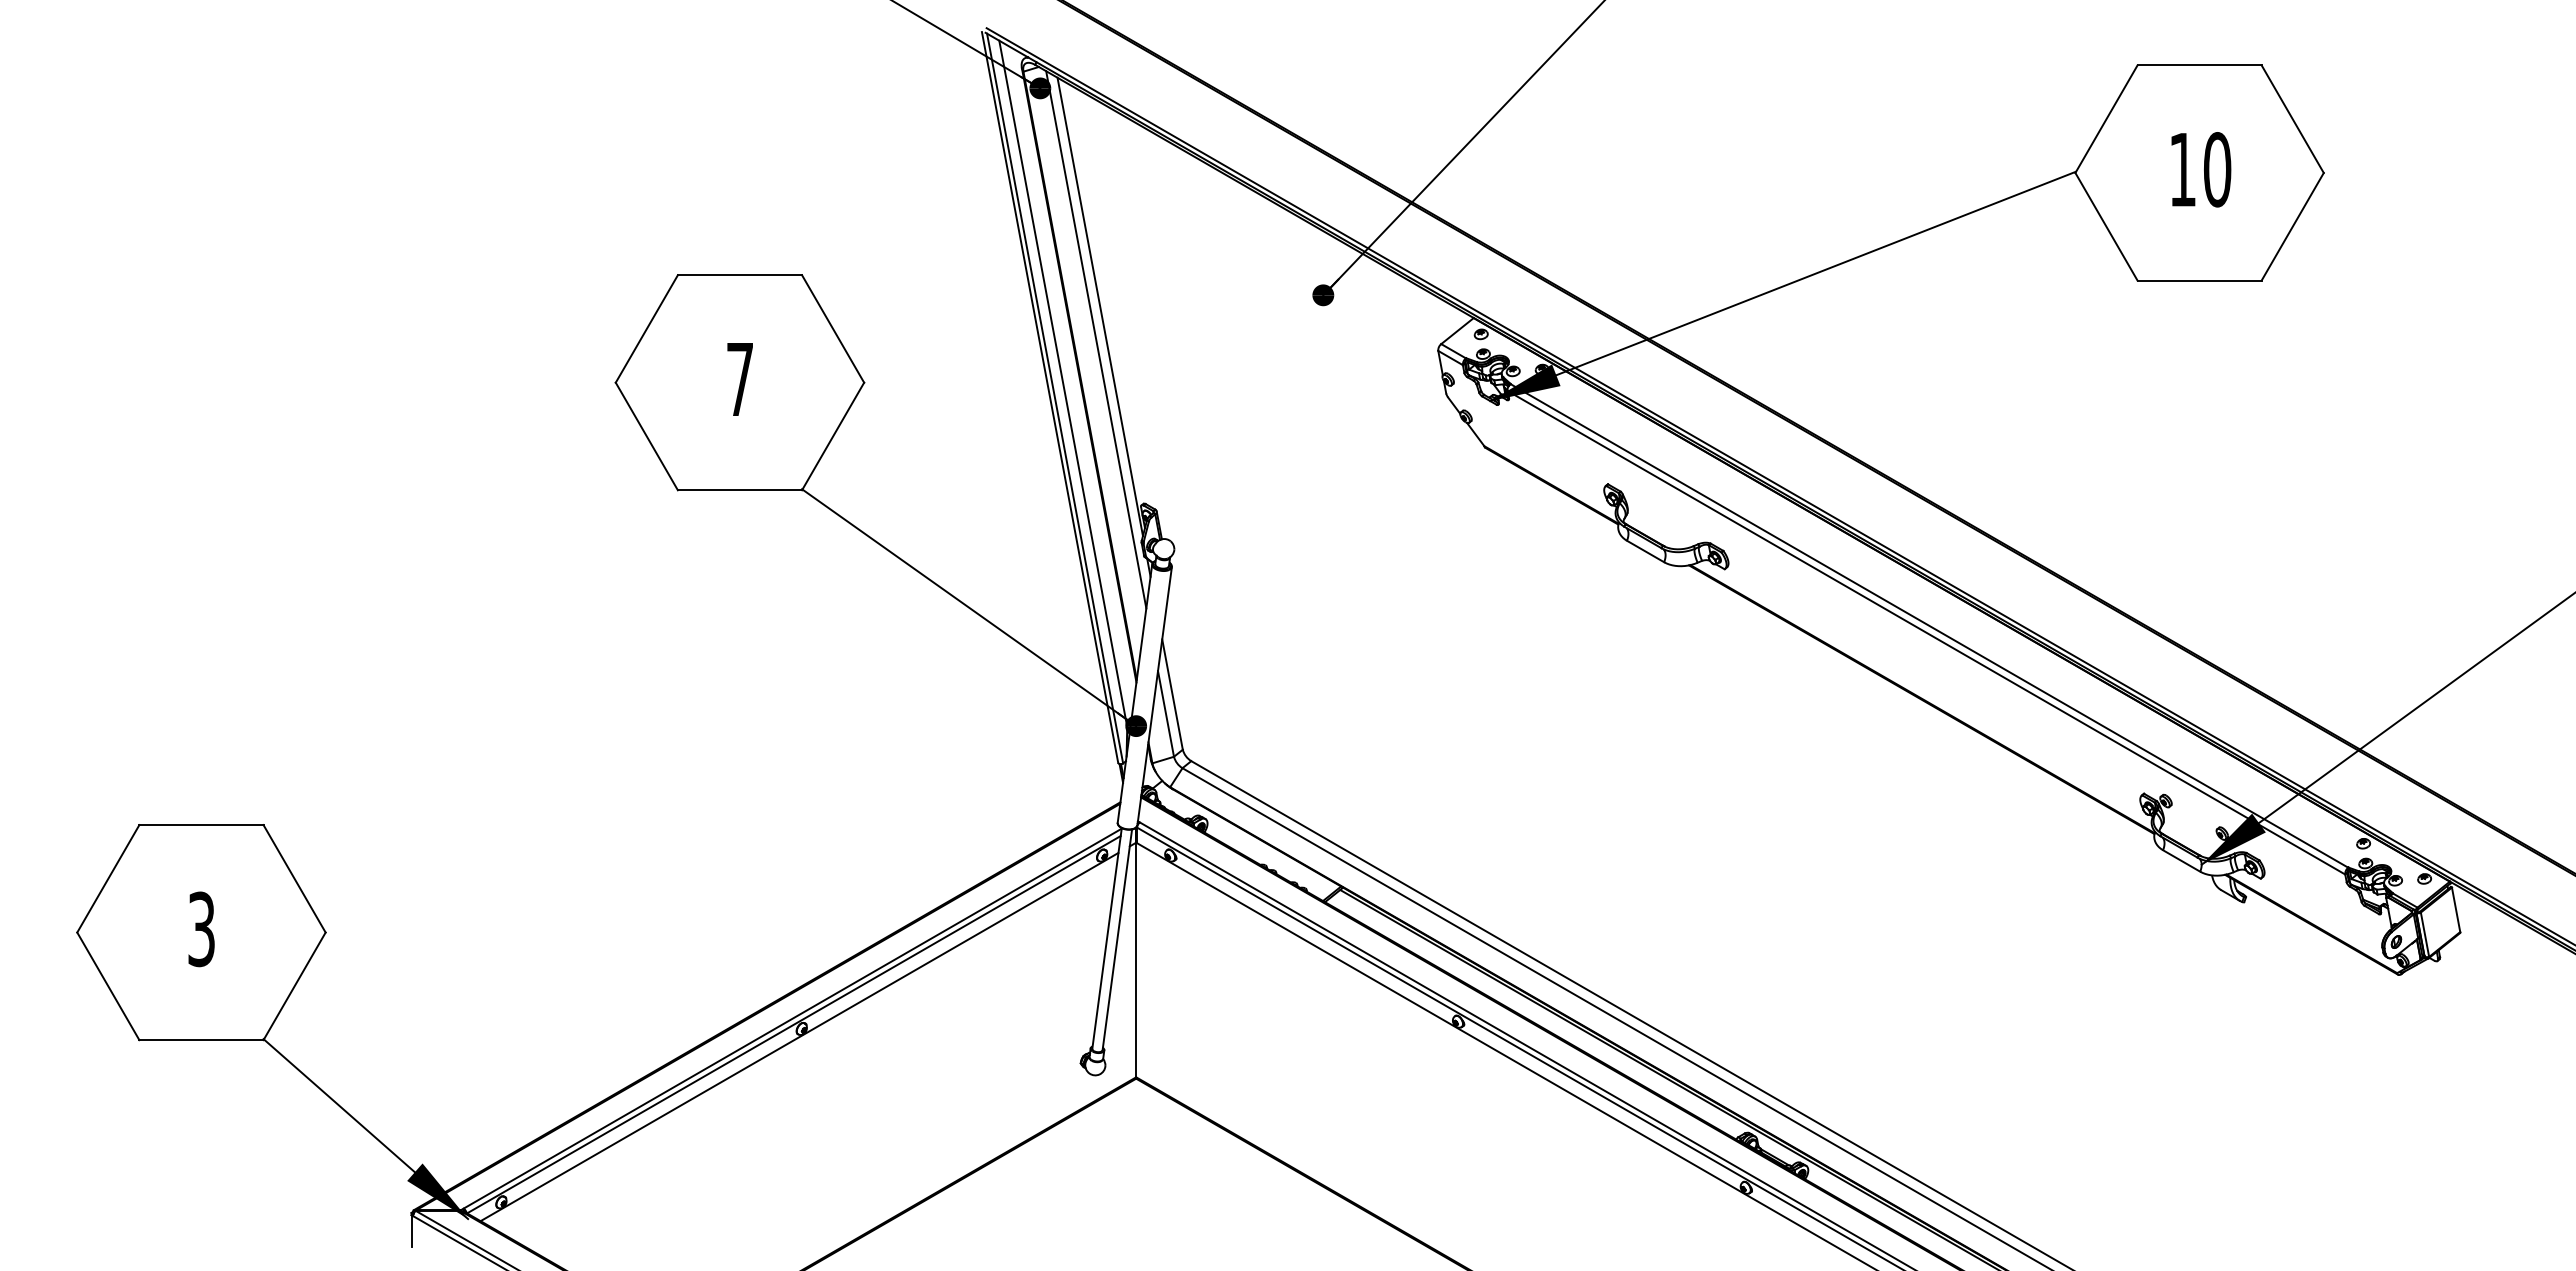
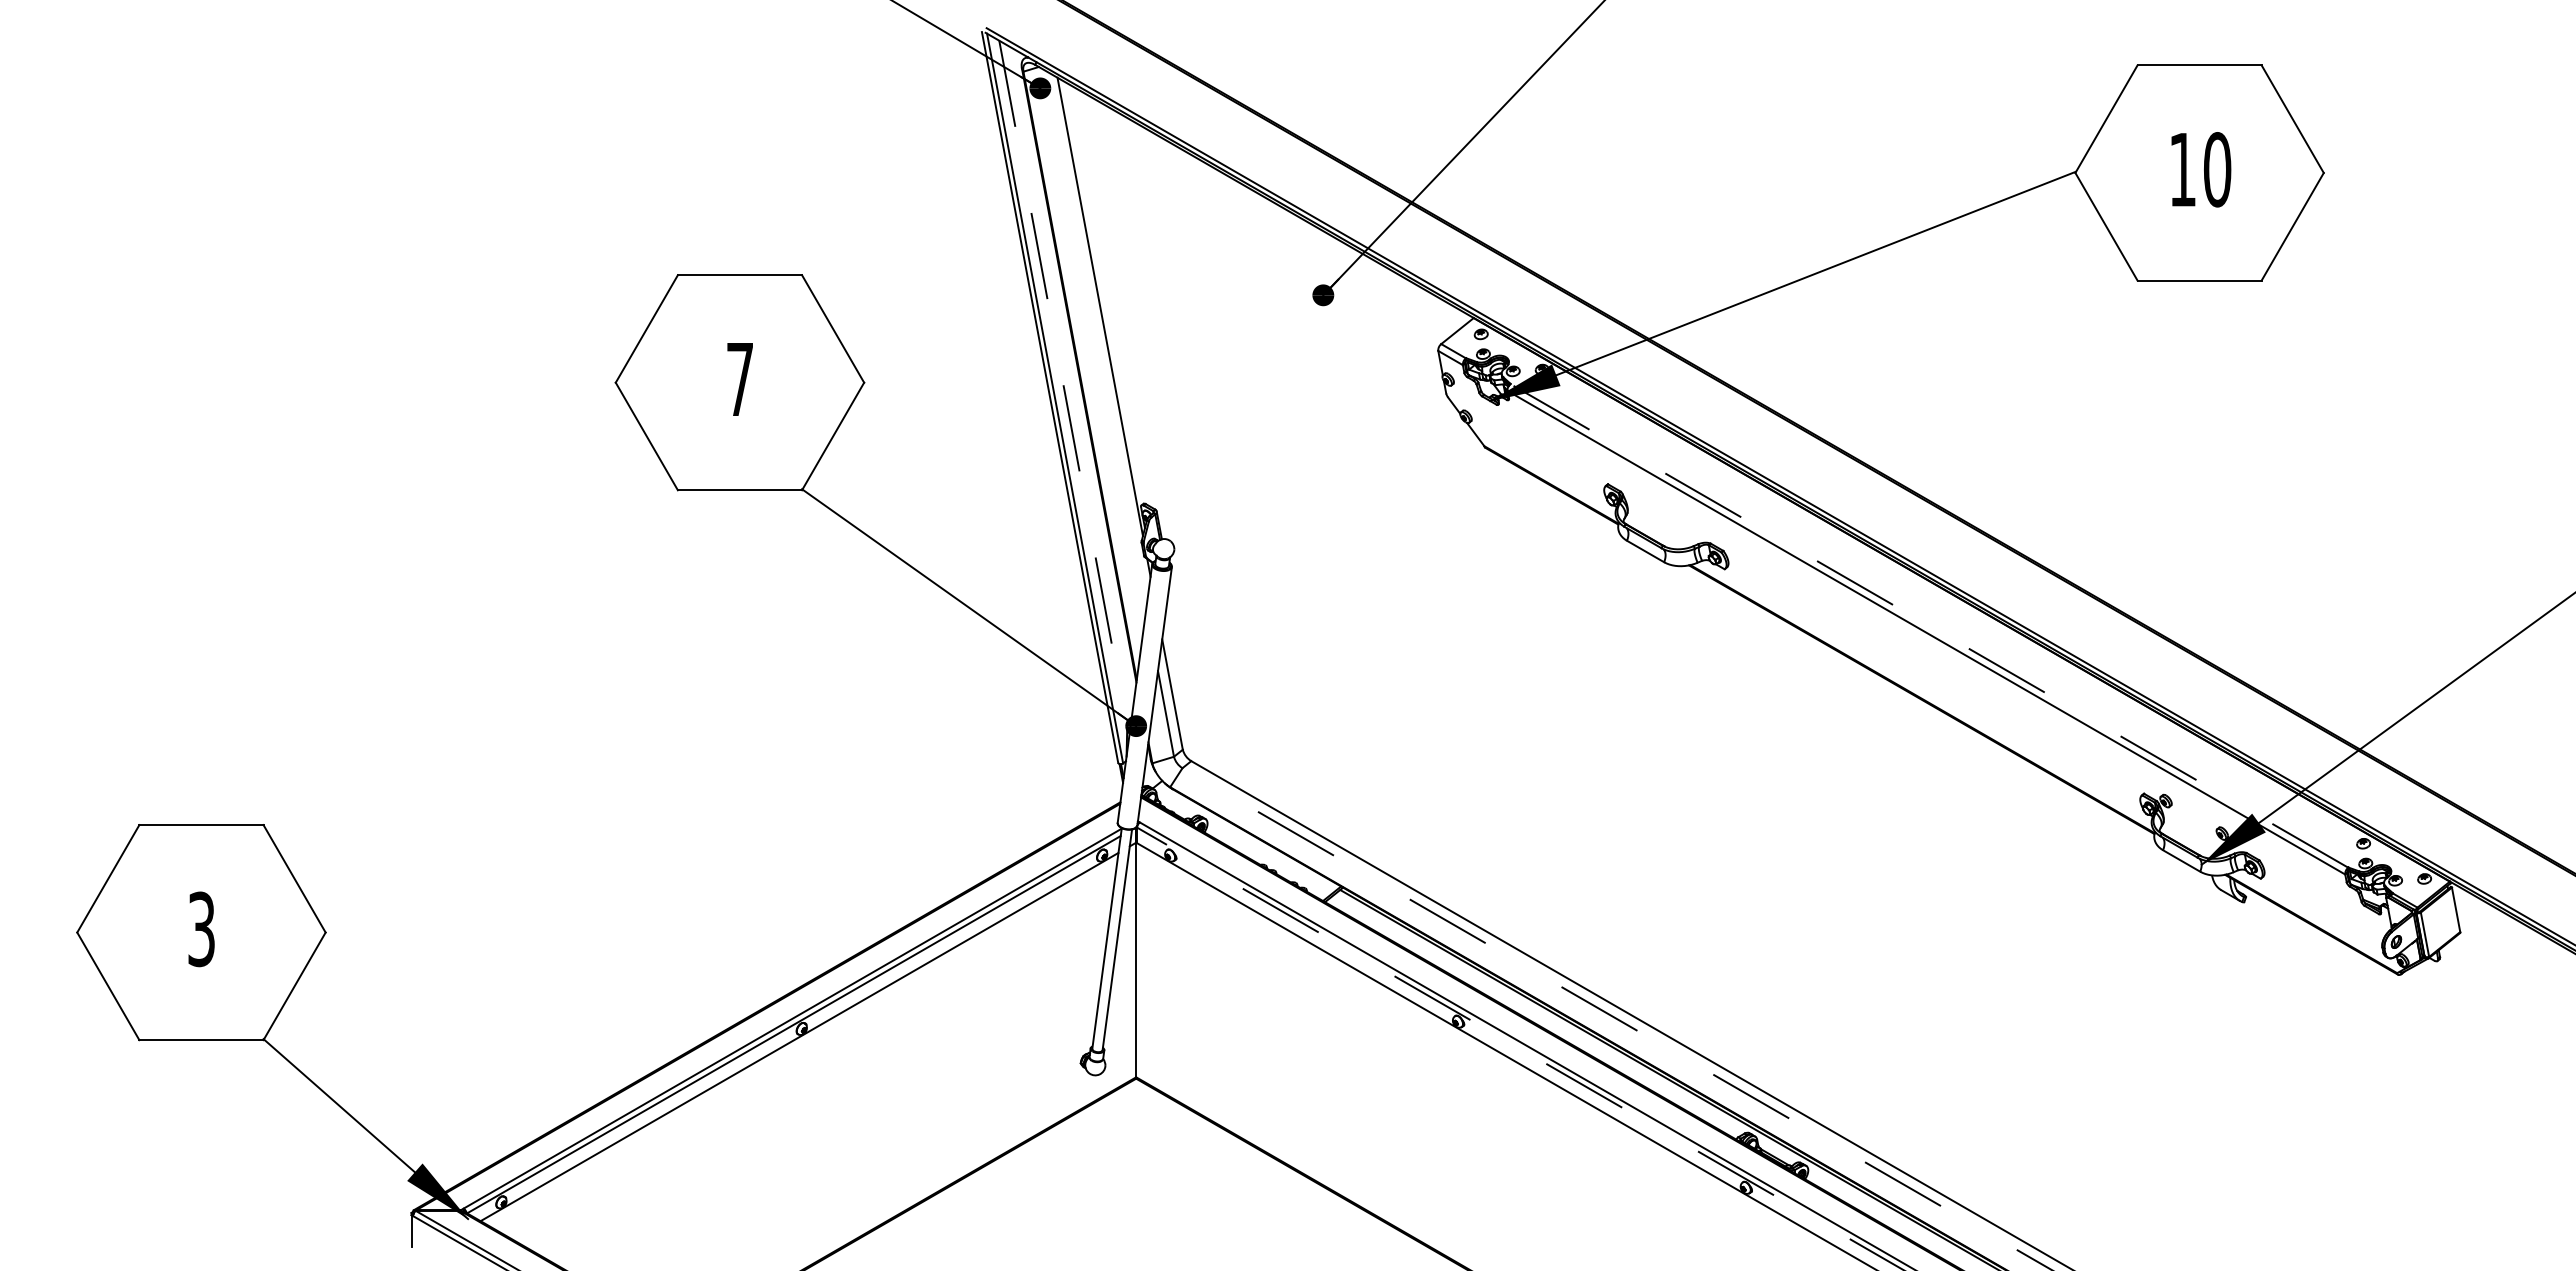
line at (1096, 339): present -> none
line at (1063, 384): solid -> dashed
line at (1929, 625): solid -> dashed
line at (1617, 1019): solid -> dashed
line at (1520, 1048): solid -> dashed
